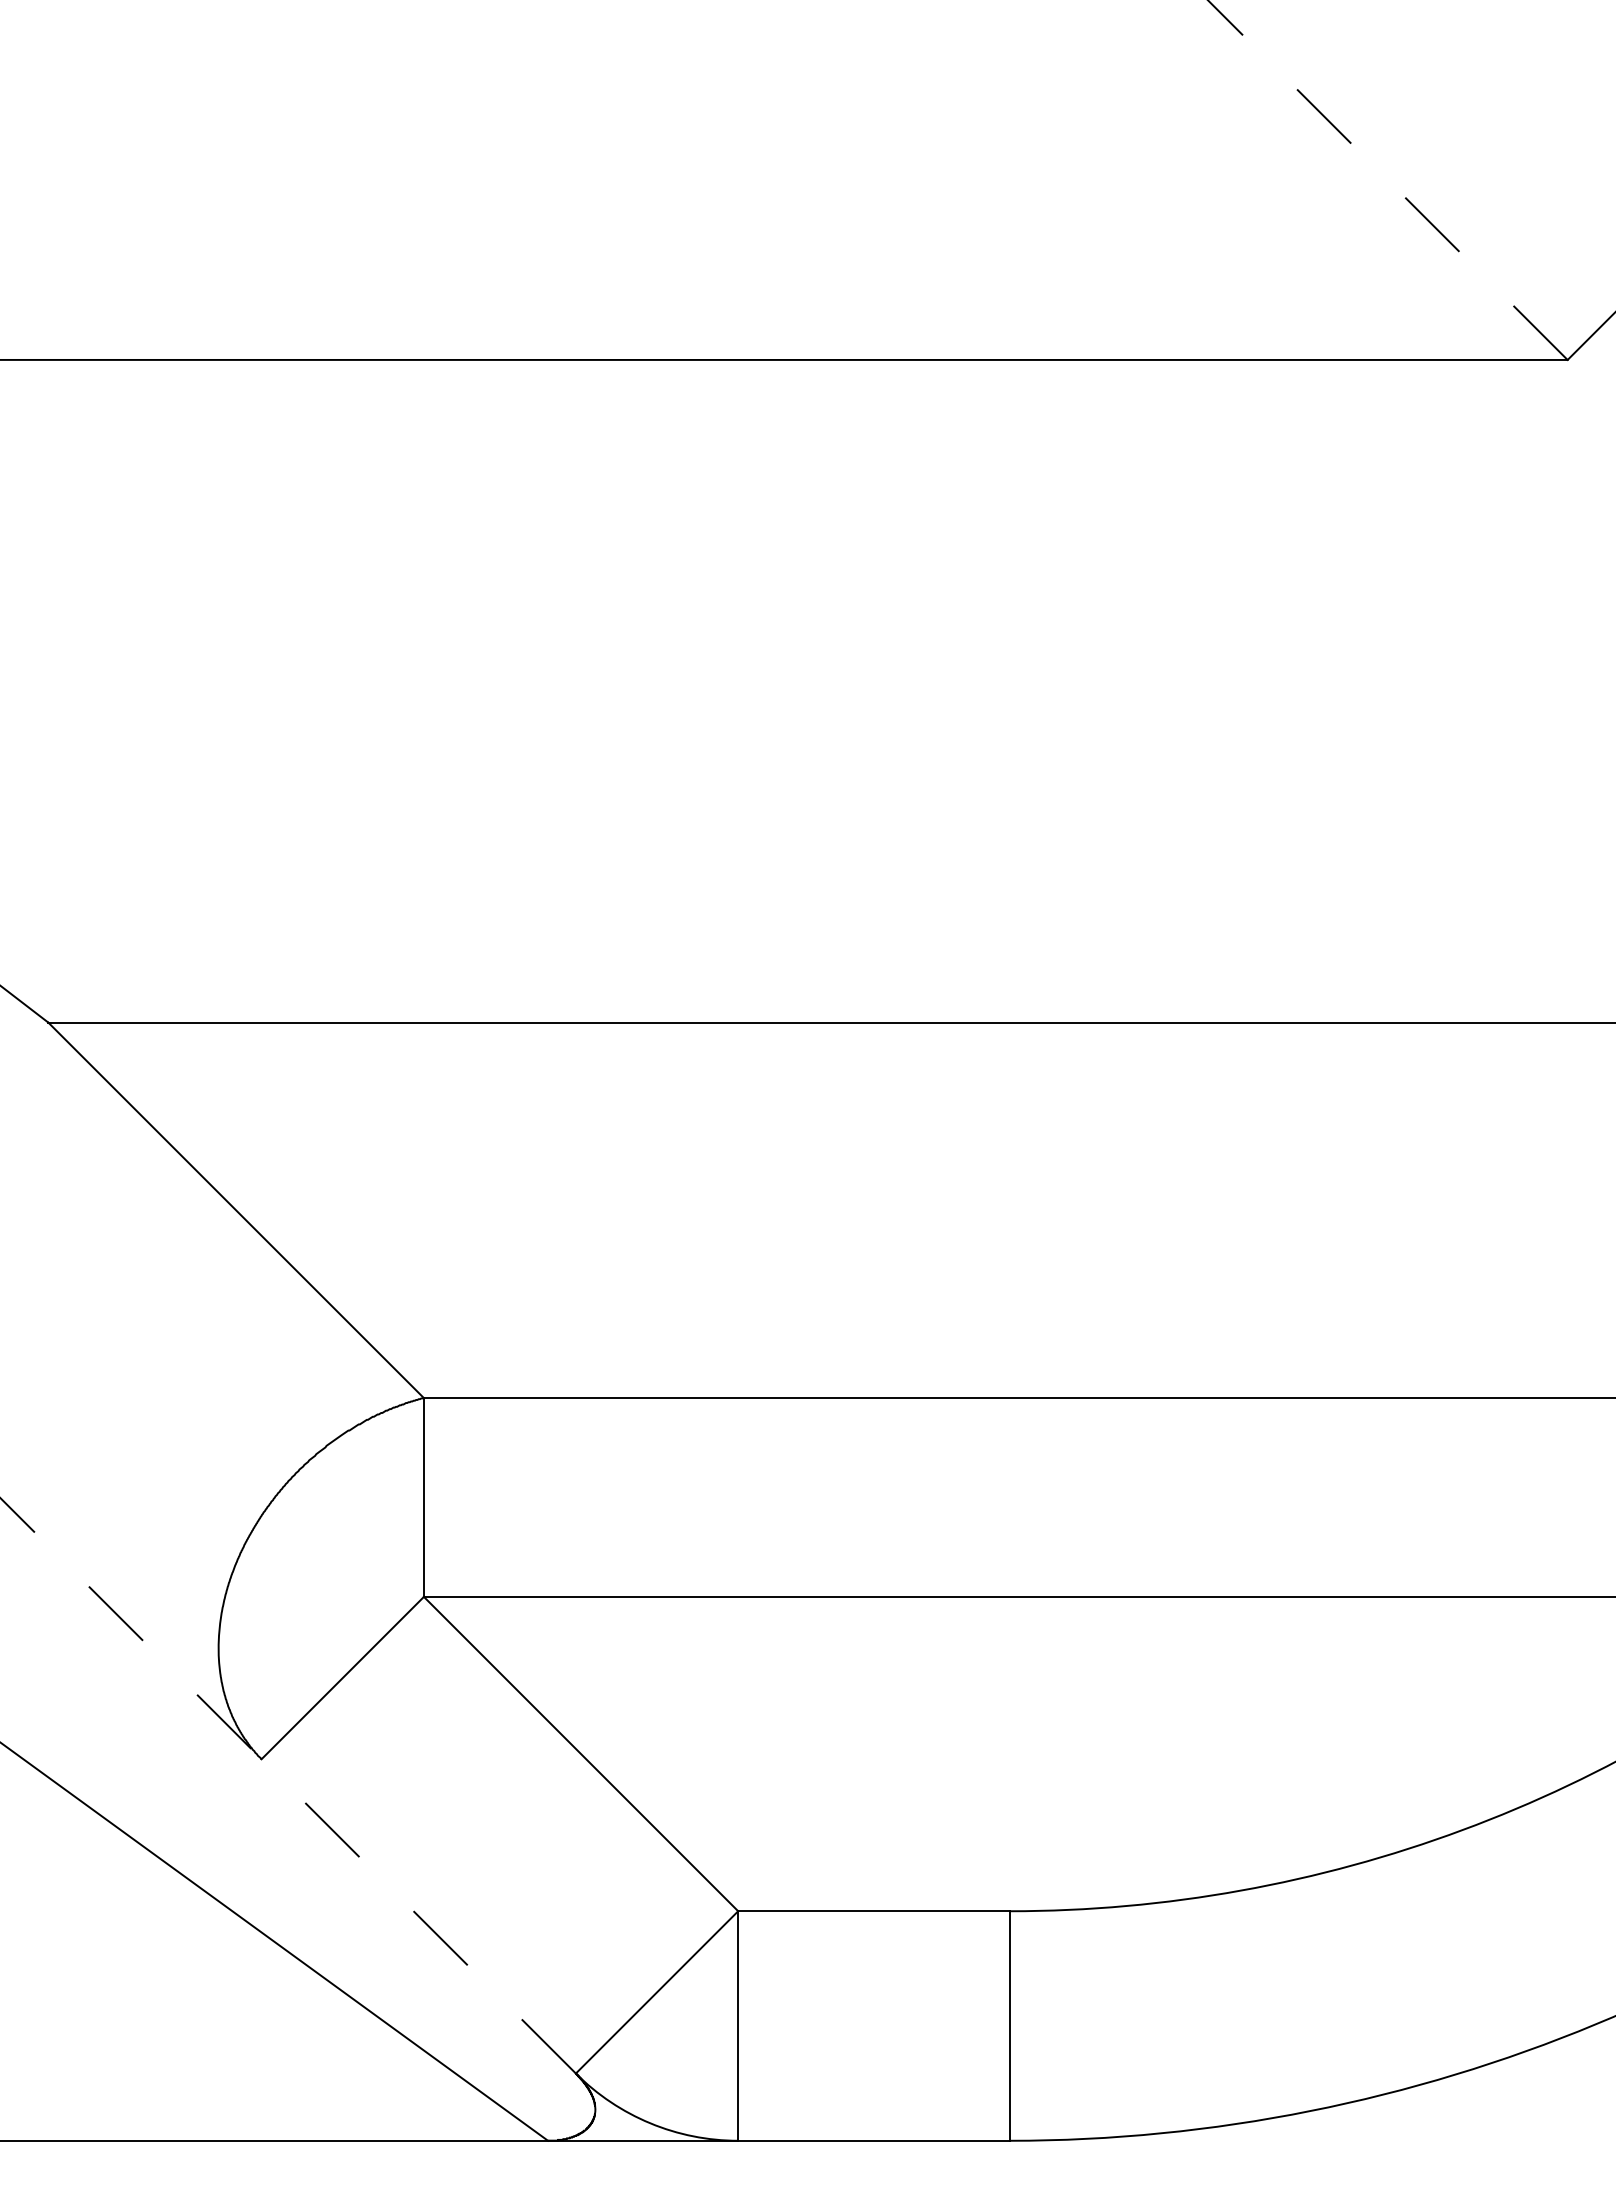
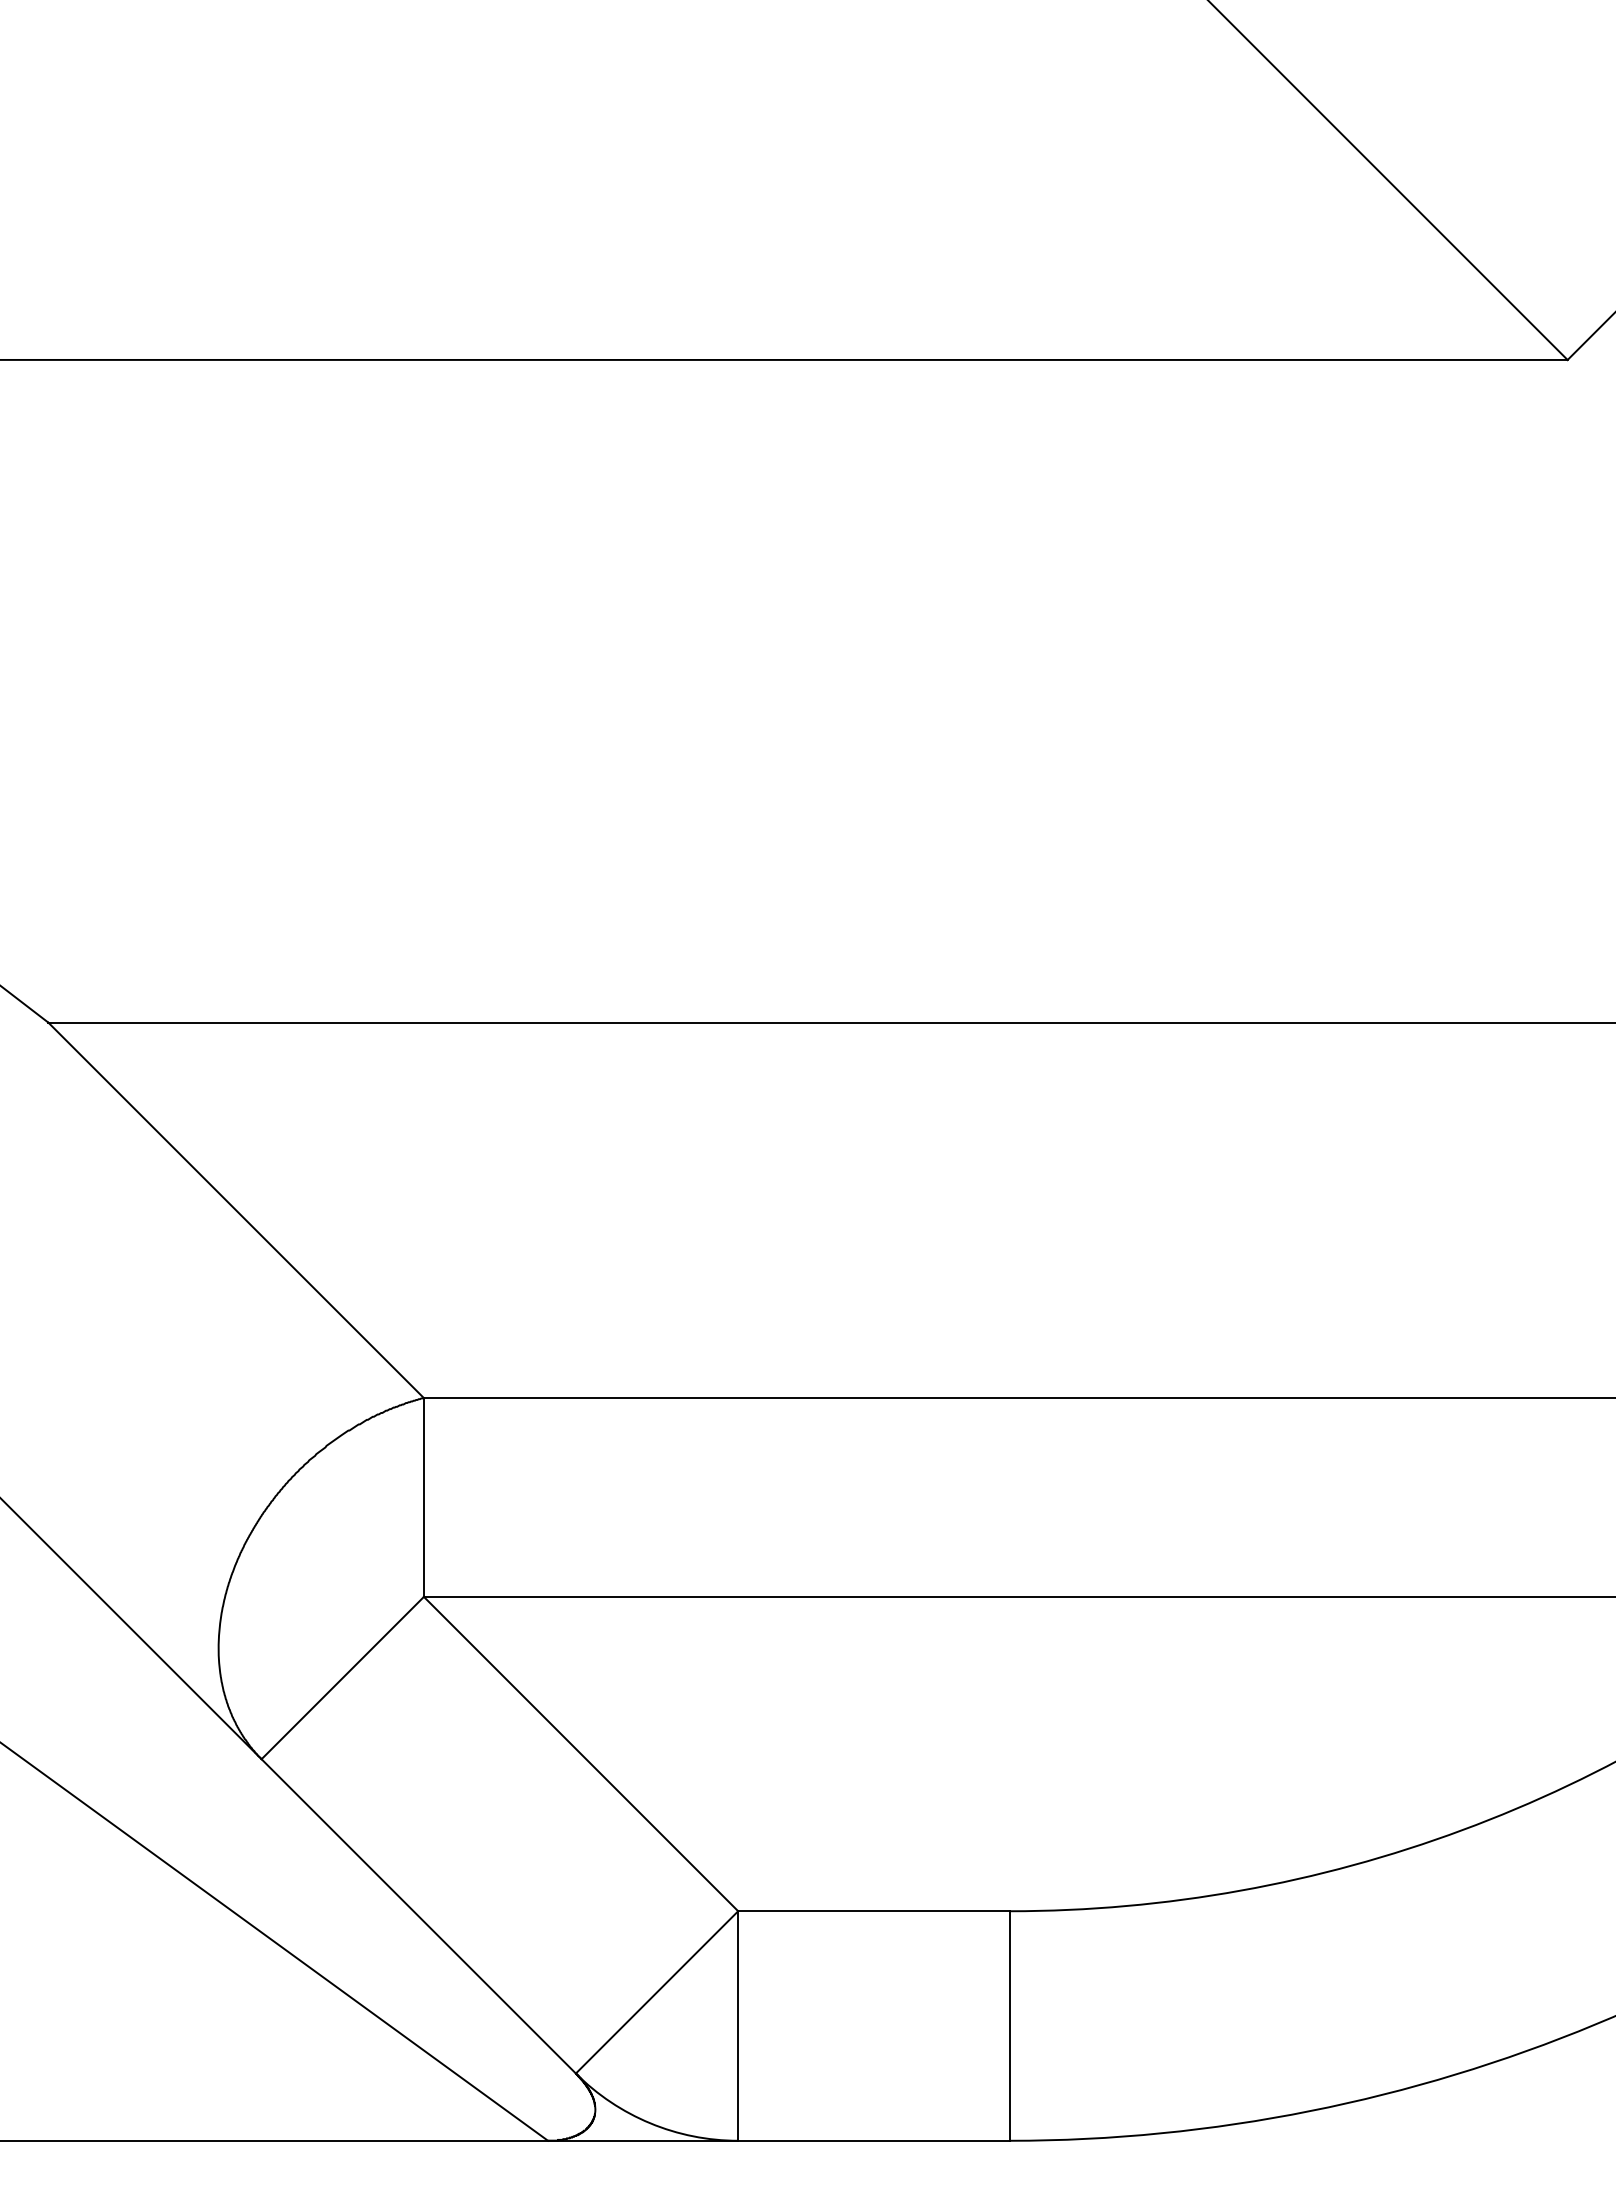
line at (1387, 179): dashed -> solid
line at (288, 1785): dashed -> solid
